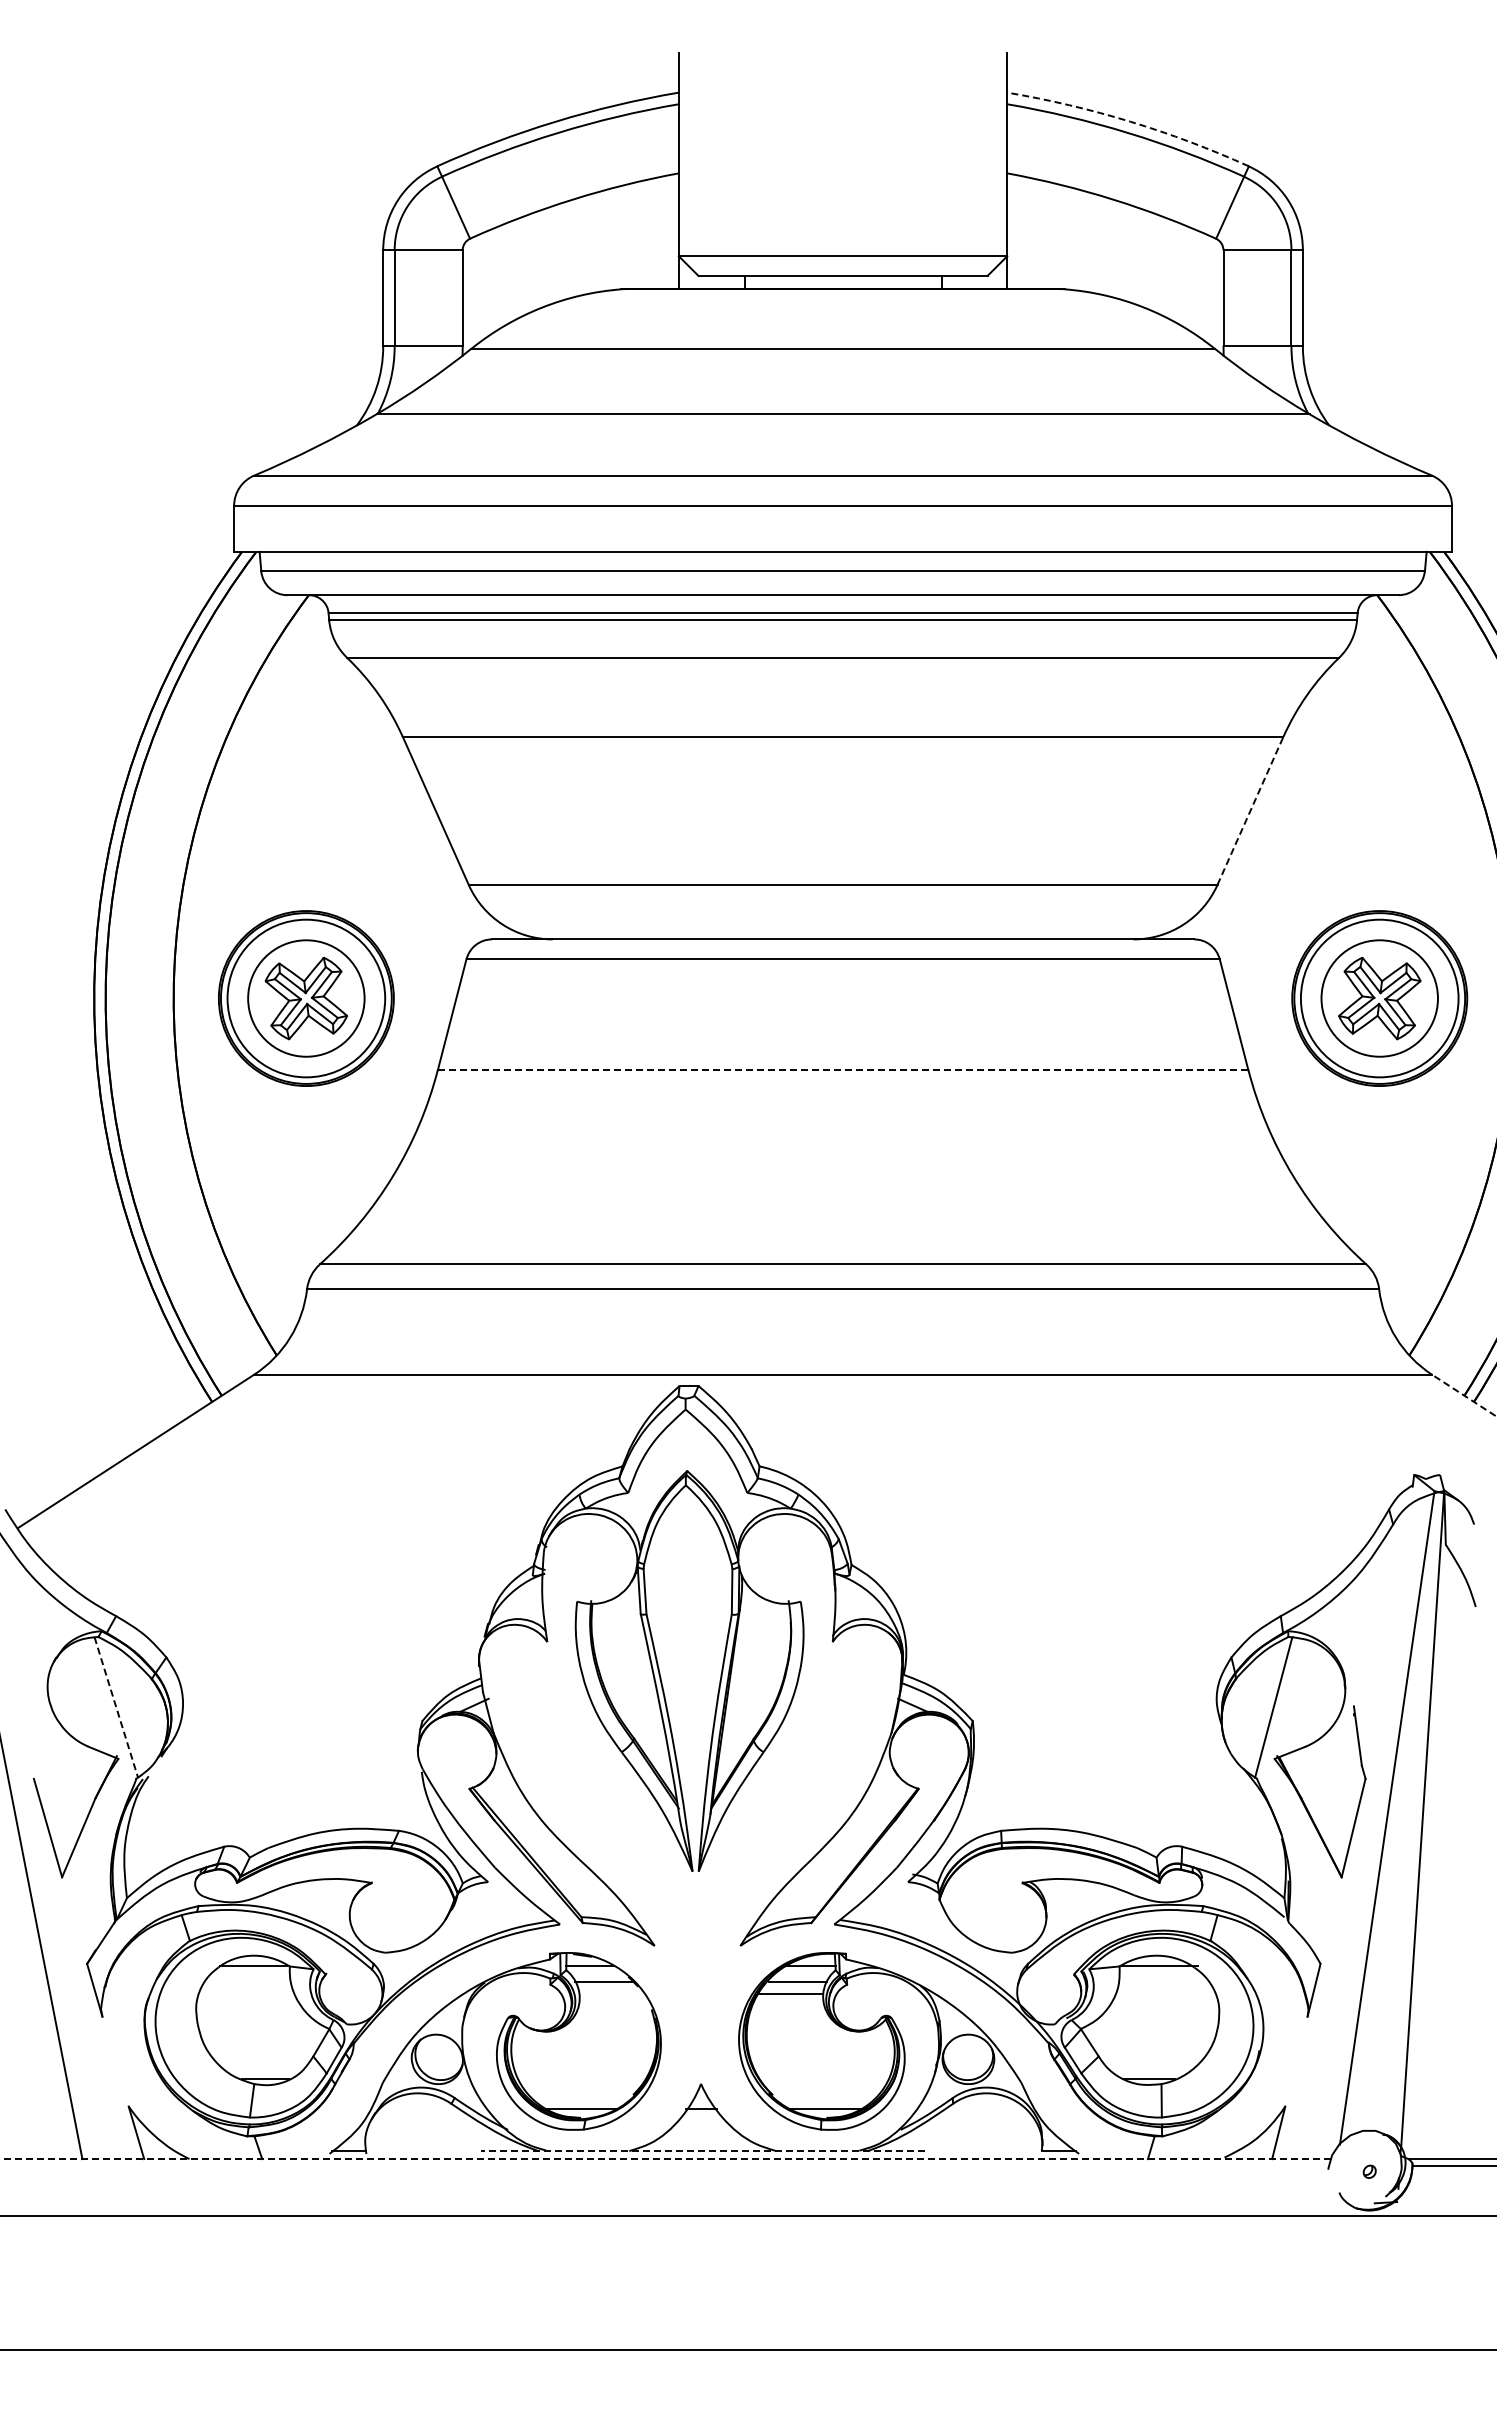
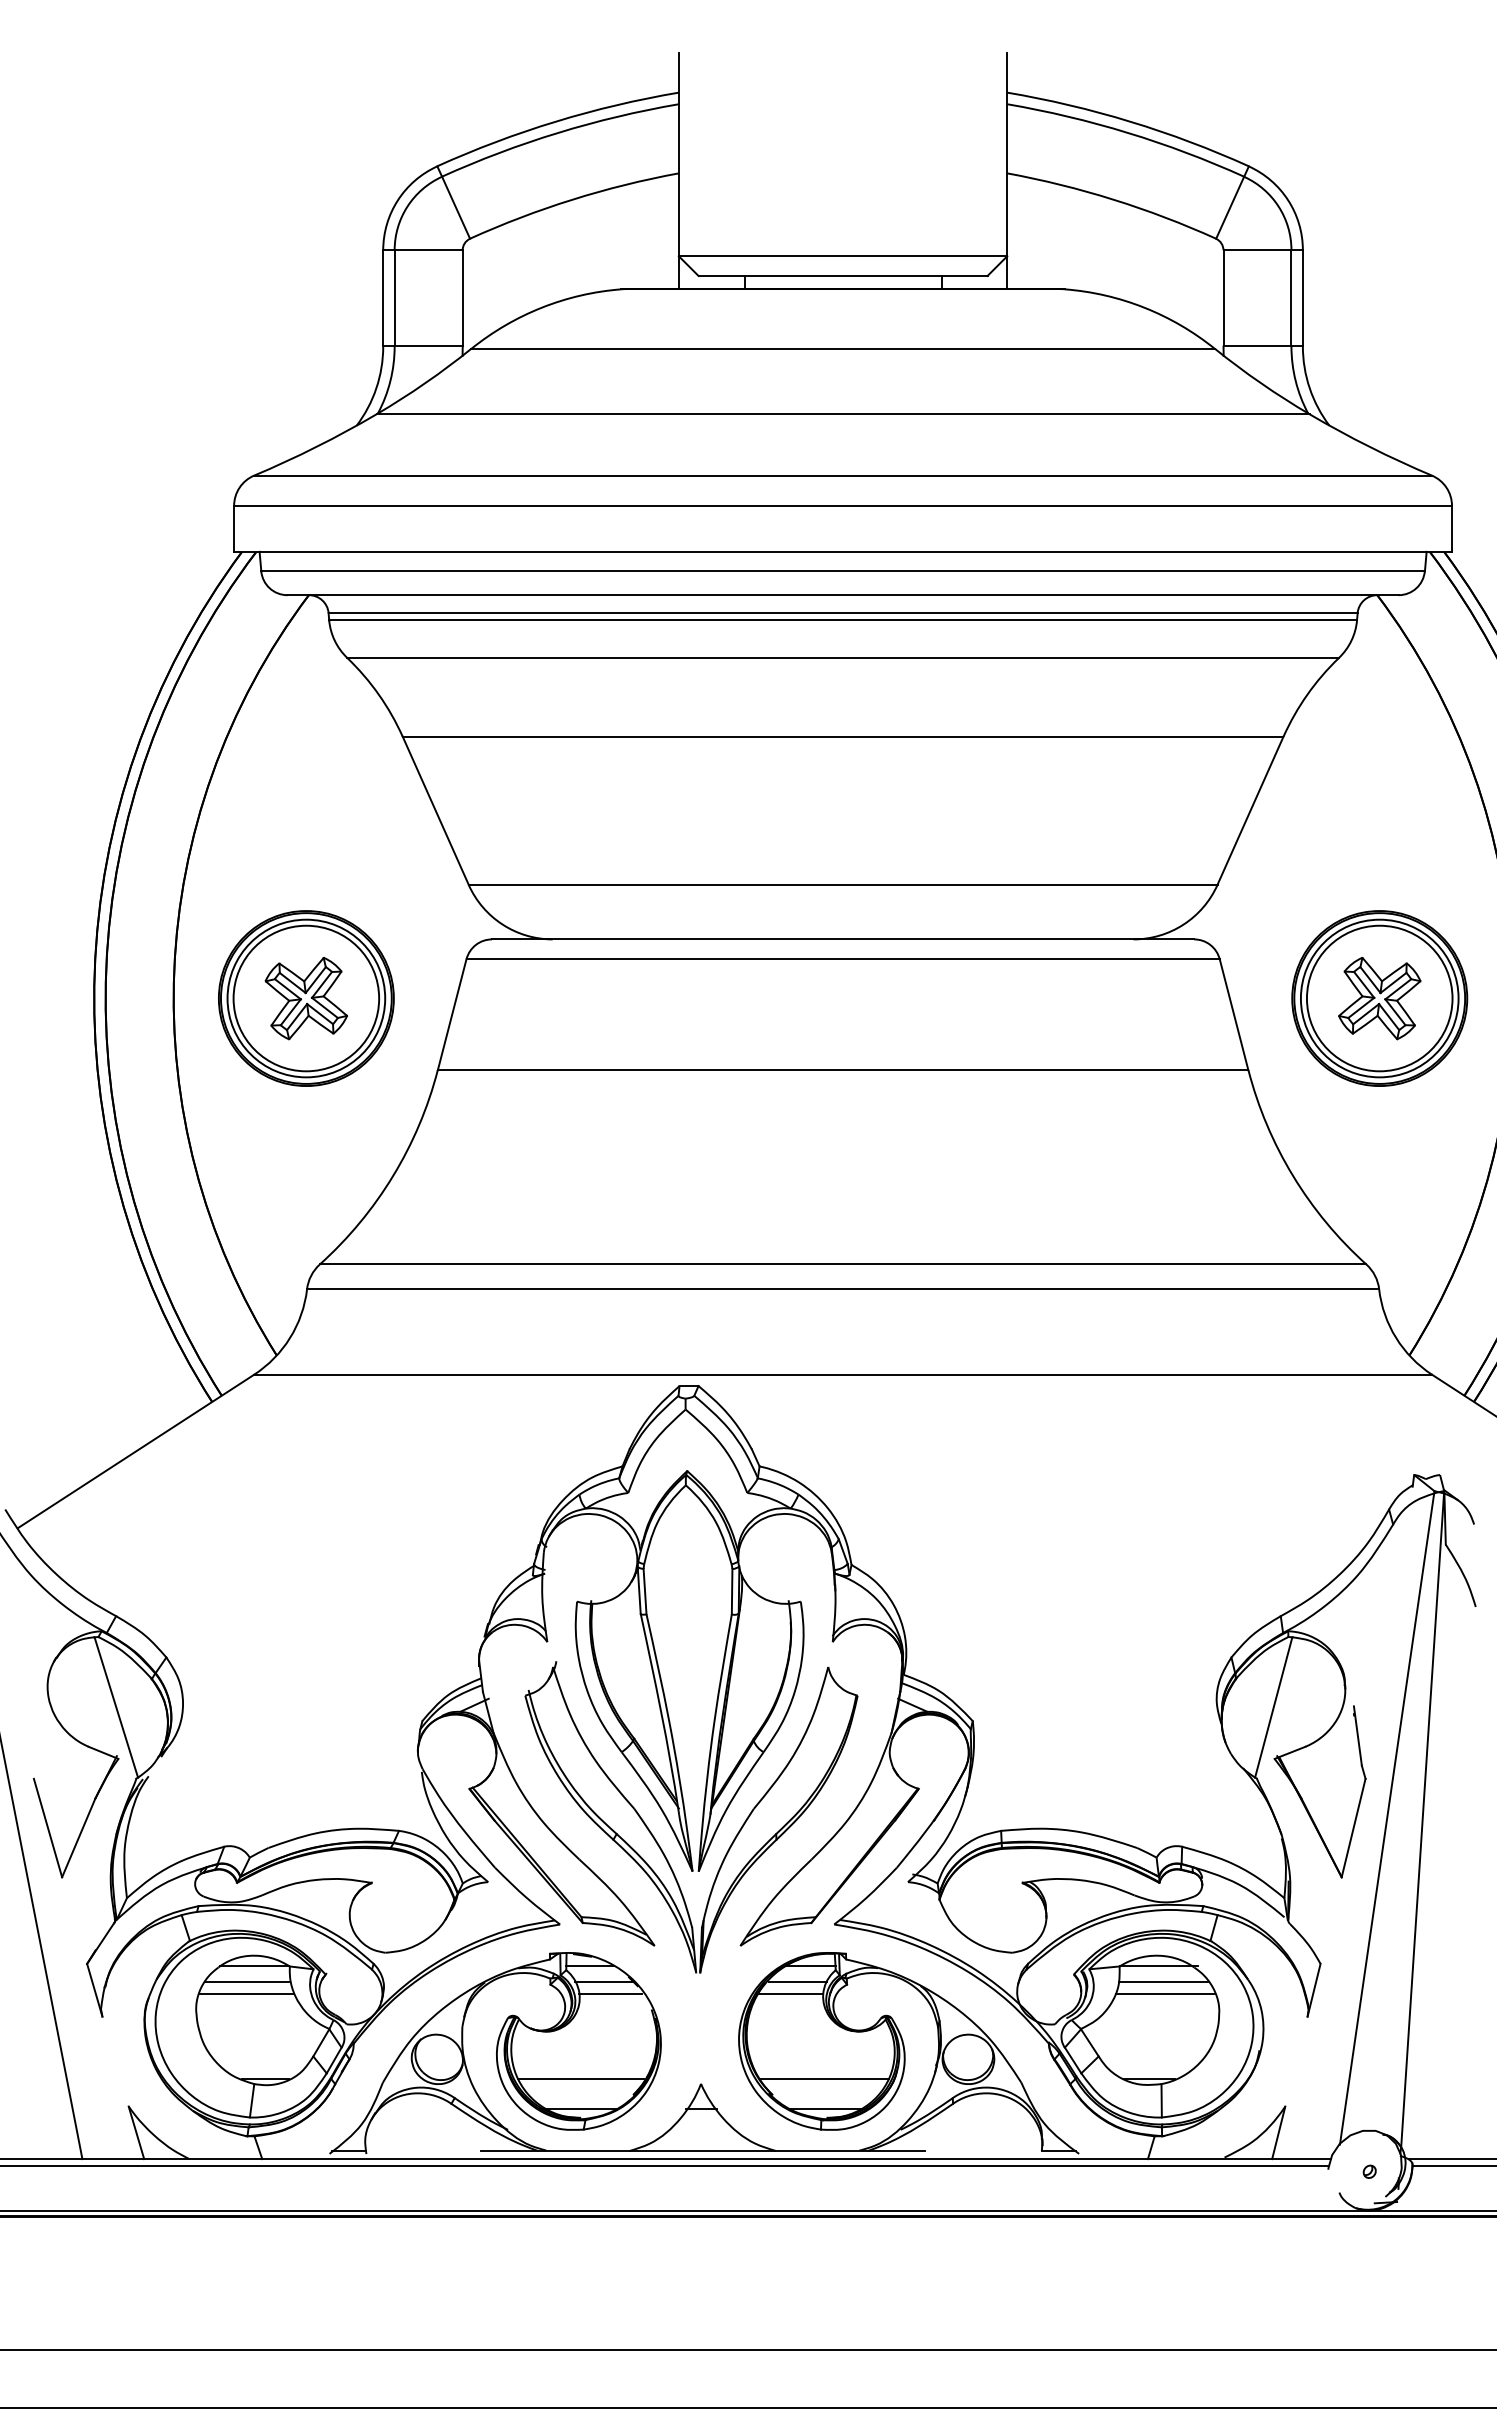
arc at (1130, 121): dashed -> solid
line at (1250, 810): dashed -> solid
circle at (306, 998) diameter: 116 px -> 146 px
circle at (1379, 998) diameter: 116 px -> 146 px
line at (842, 1070): dashed -> solid
line at (1464, 1395): dashed -> solid
line at (116, 1707): dashed -> solid
part at (656, 1839): none -> present
line at (247, 1981): none -> present
line at (1163, 1981): none -> present
line at (245, 1993): none -> present
line at (610, 1993): none -> present
line at (1164, 1993): none -> present
line at (581, 2079): none -> present
line at (824, 2079): none -> present
line at (703, 2151): dashed -> solid
line at (665, 2159): dashed -> solid
line at (665, 2165): none -> present
line at (747, 2210): none -> present
line at (747, 2216): none -> present
line at (747, 2408): none -> present
